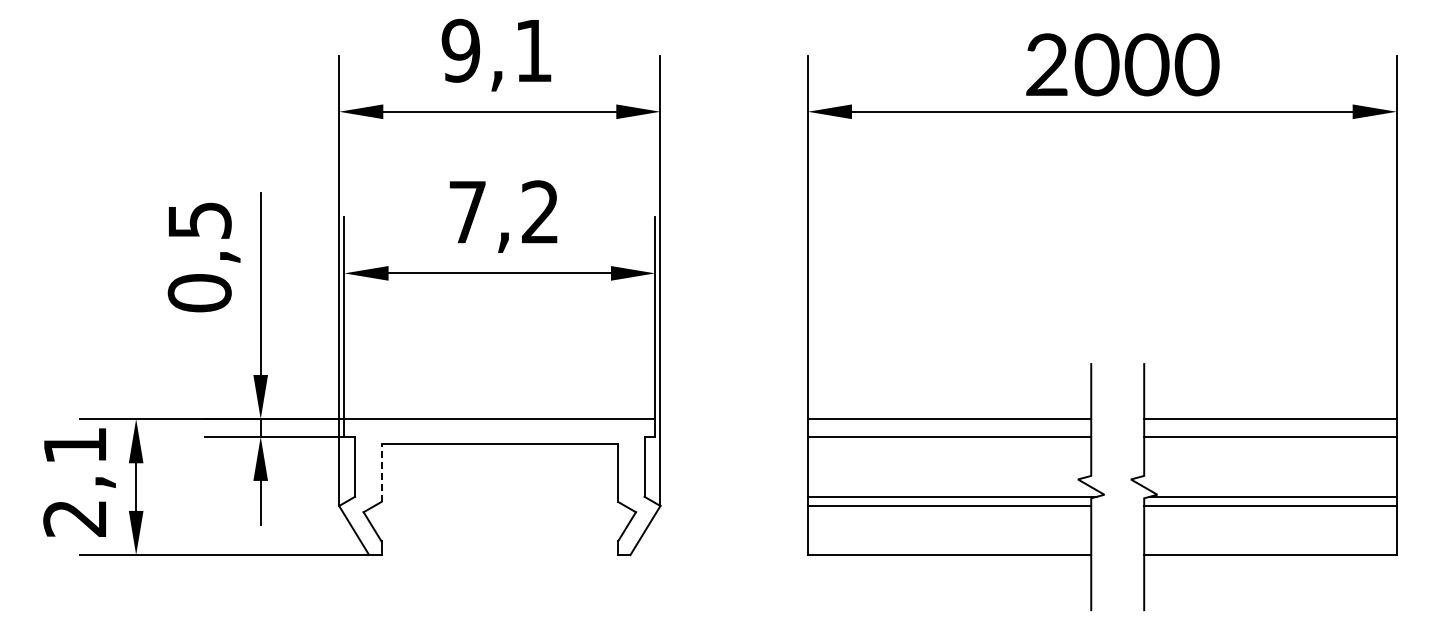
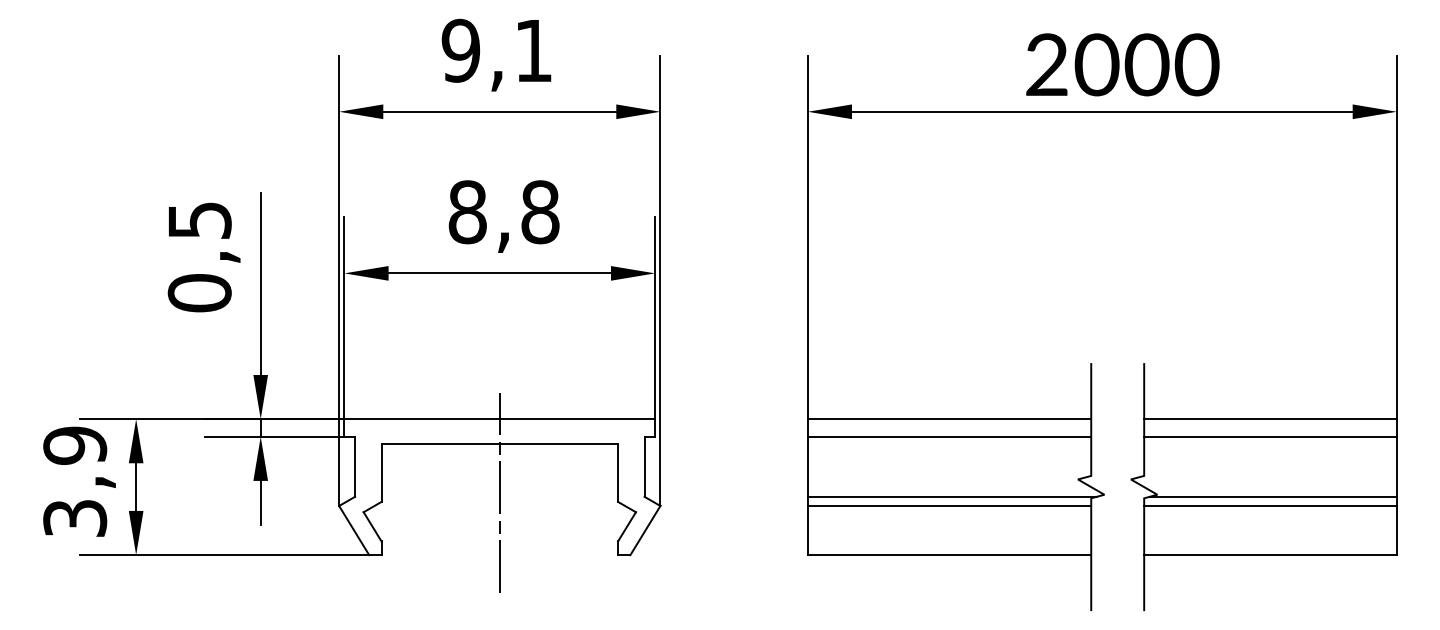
text at (503, 212): 7,2 -> 8,8
line at (381, 472): dashed -> solid
text at (75, 481): 2,1 -> 3,9
line at (499, 492): none -> present
